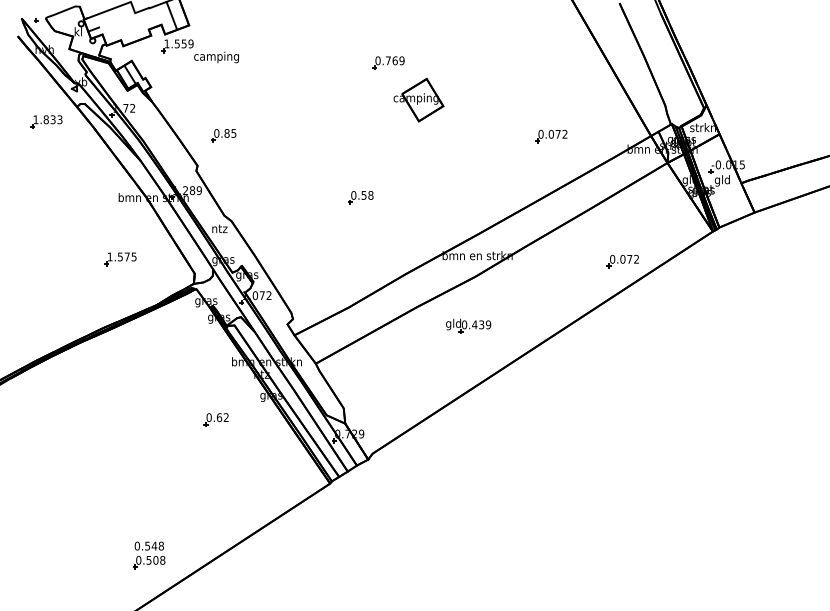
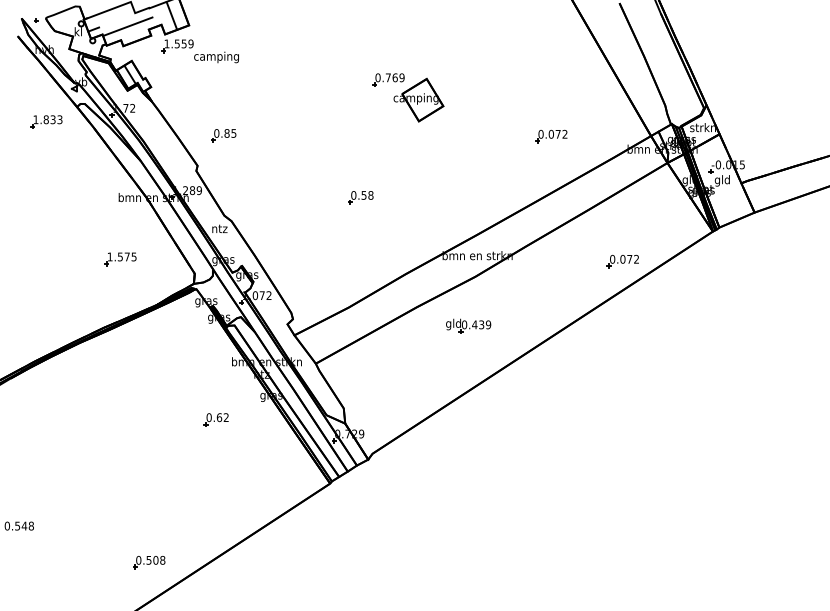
line at (127, 26): none -> present
part at (388, 62) position: (388, 62) -> (388, 79)
text at (148, 545) position: (148, 545) -> (18, 525)
